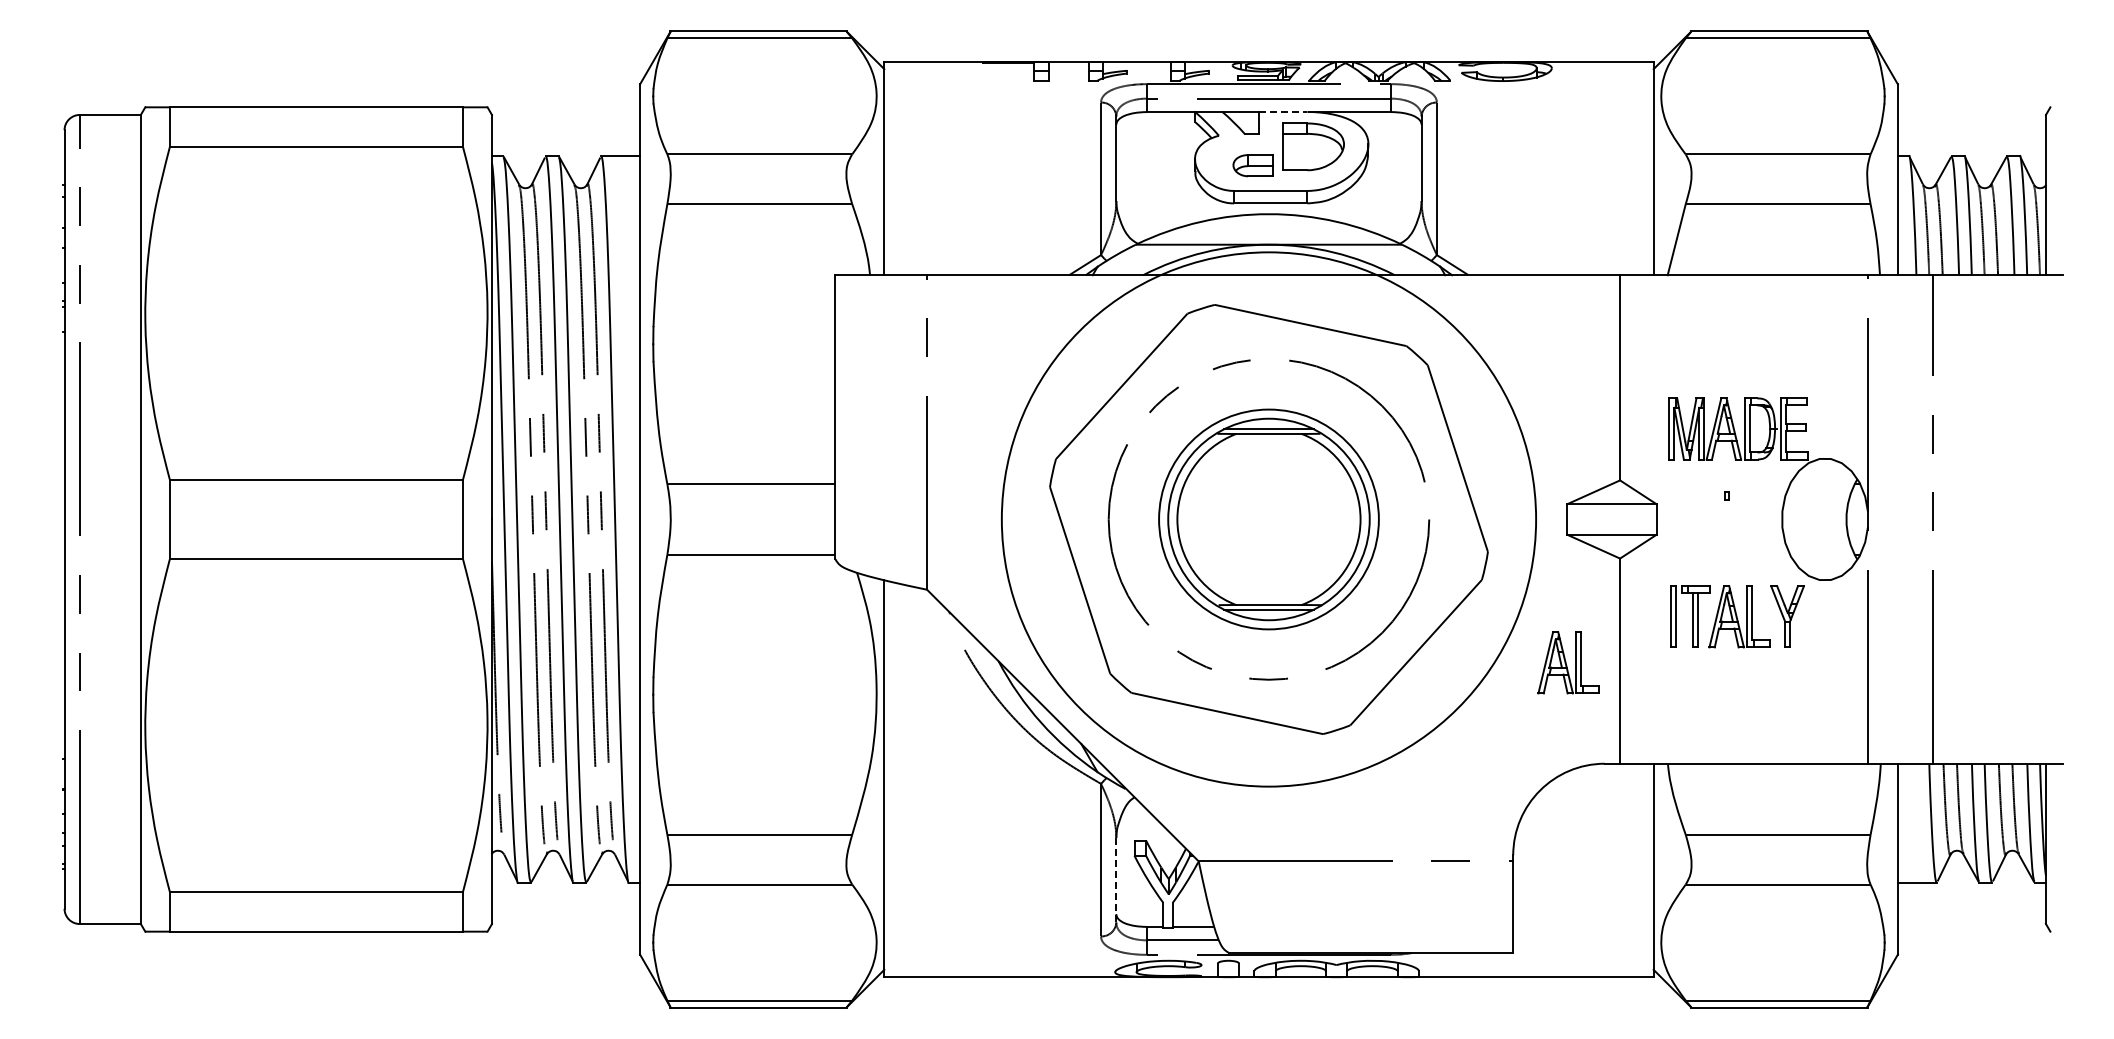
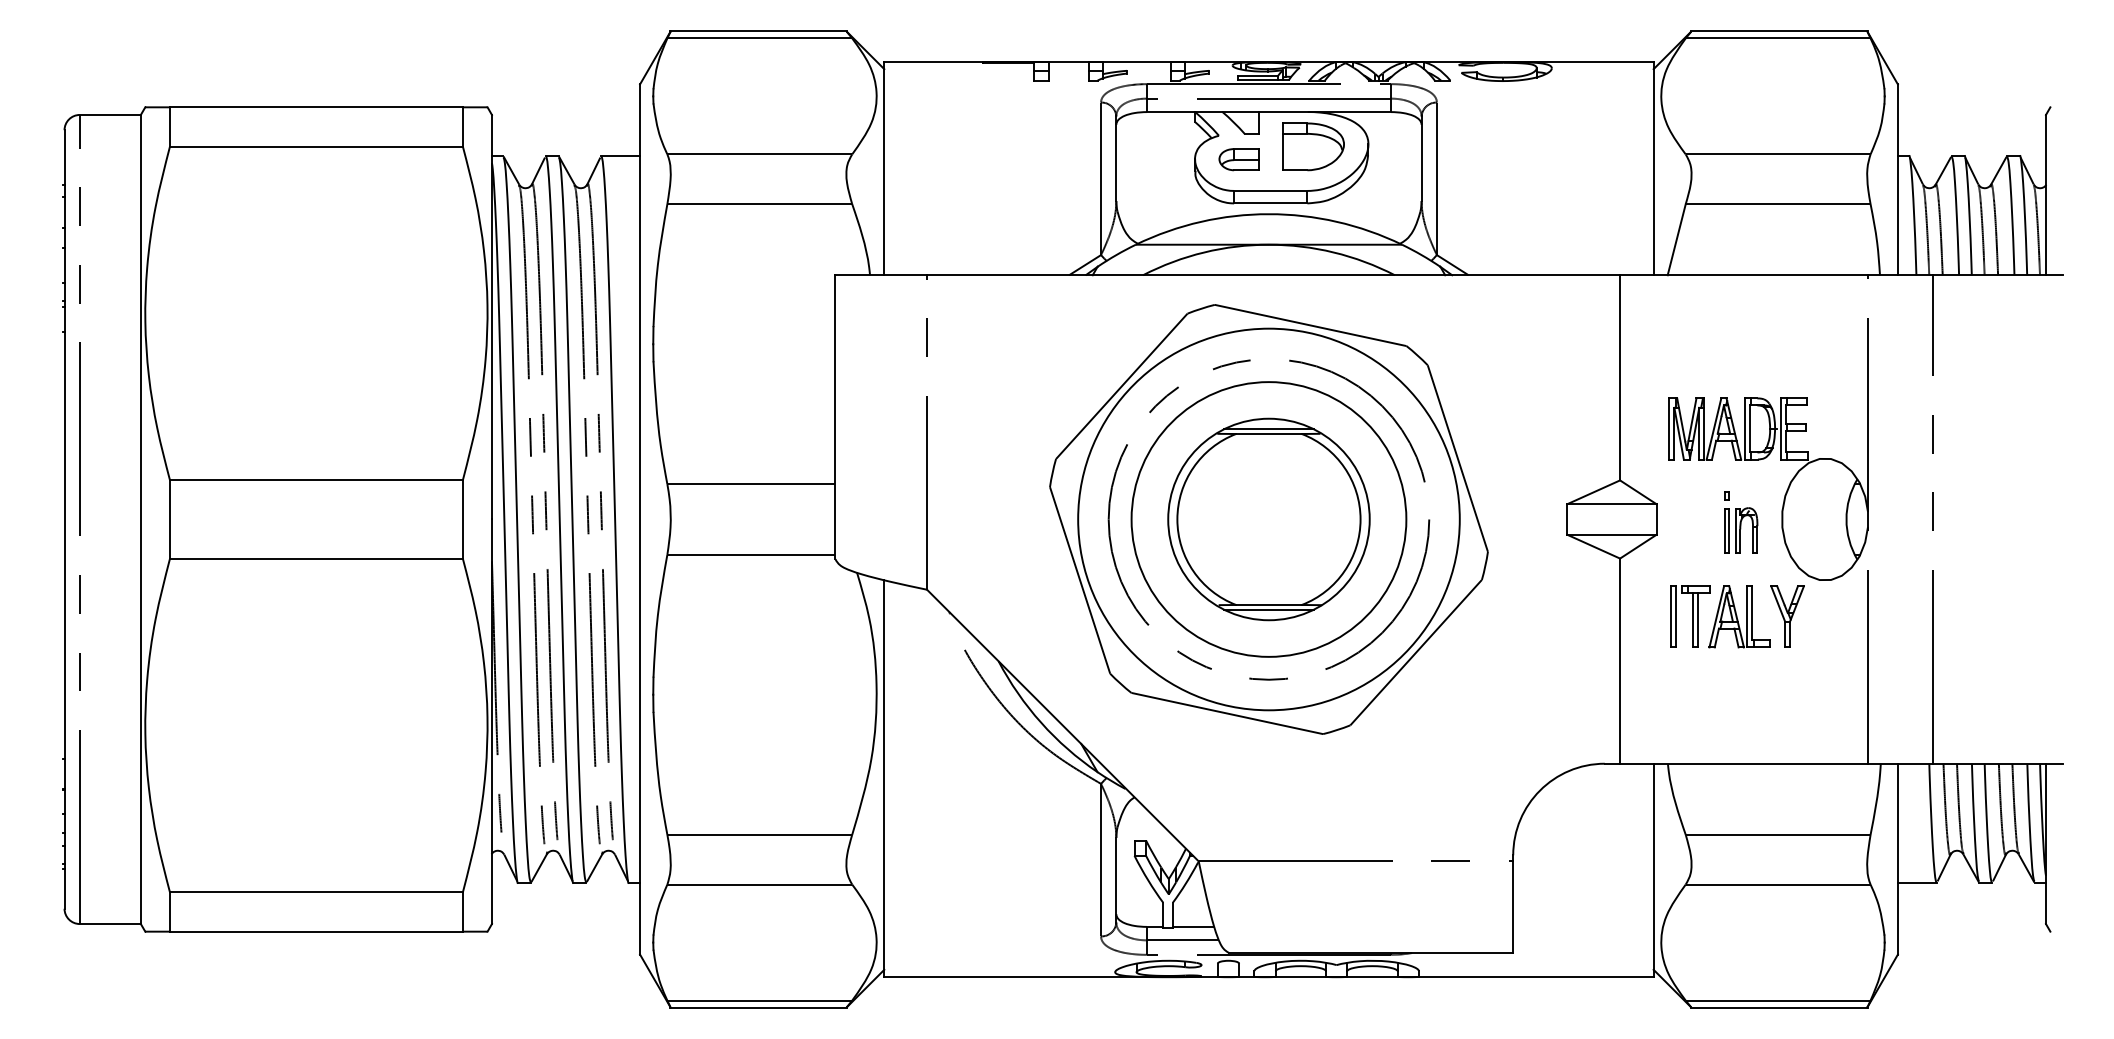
line at (1283, 112): dashed -> solid
part at (1252, 165) position: (1252, 165) -> (1238, 159)
circle at (1268, 519) diameter: 220 px -> 275 px
circle at (1268, 519) diameter: 534 px -> 382 px
part at (1741, 530): none -> present
part at (1568, 662): present -> none
line at (1116, 880): dashed -> solid
